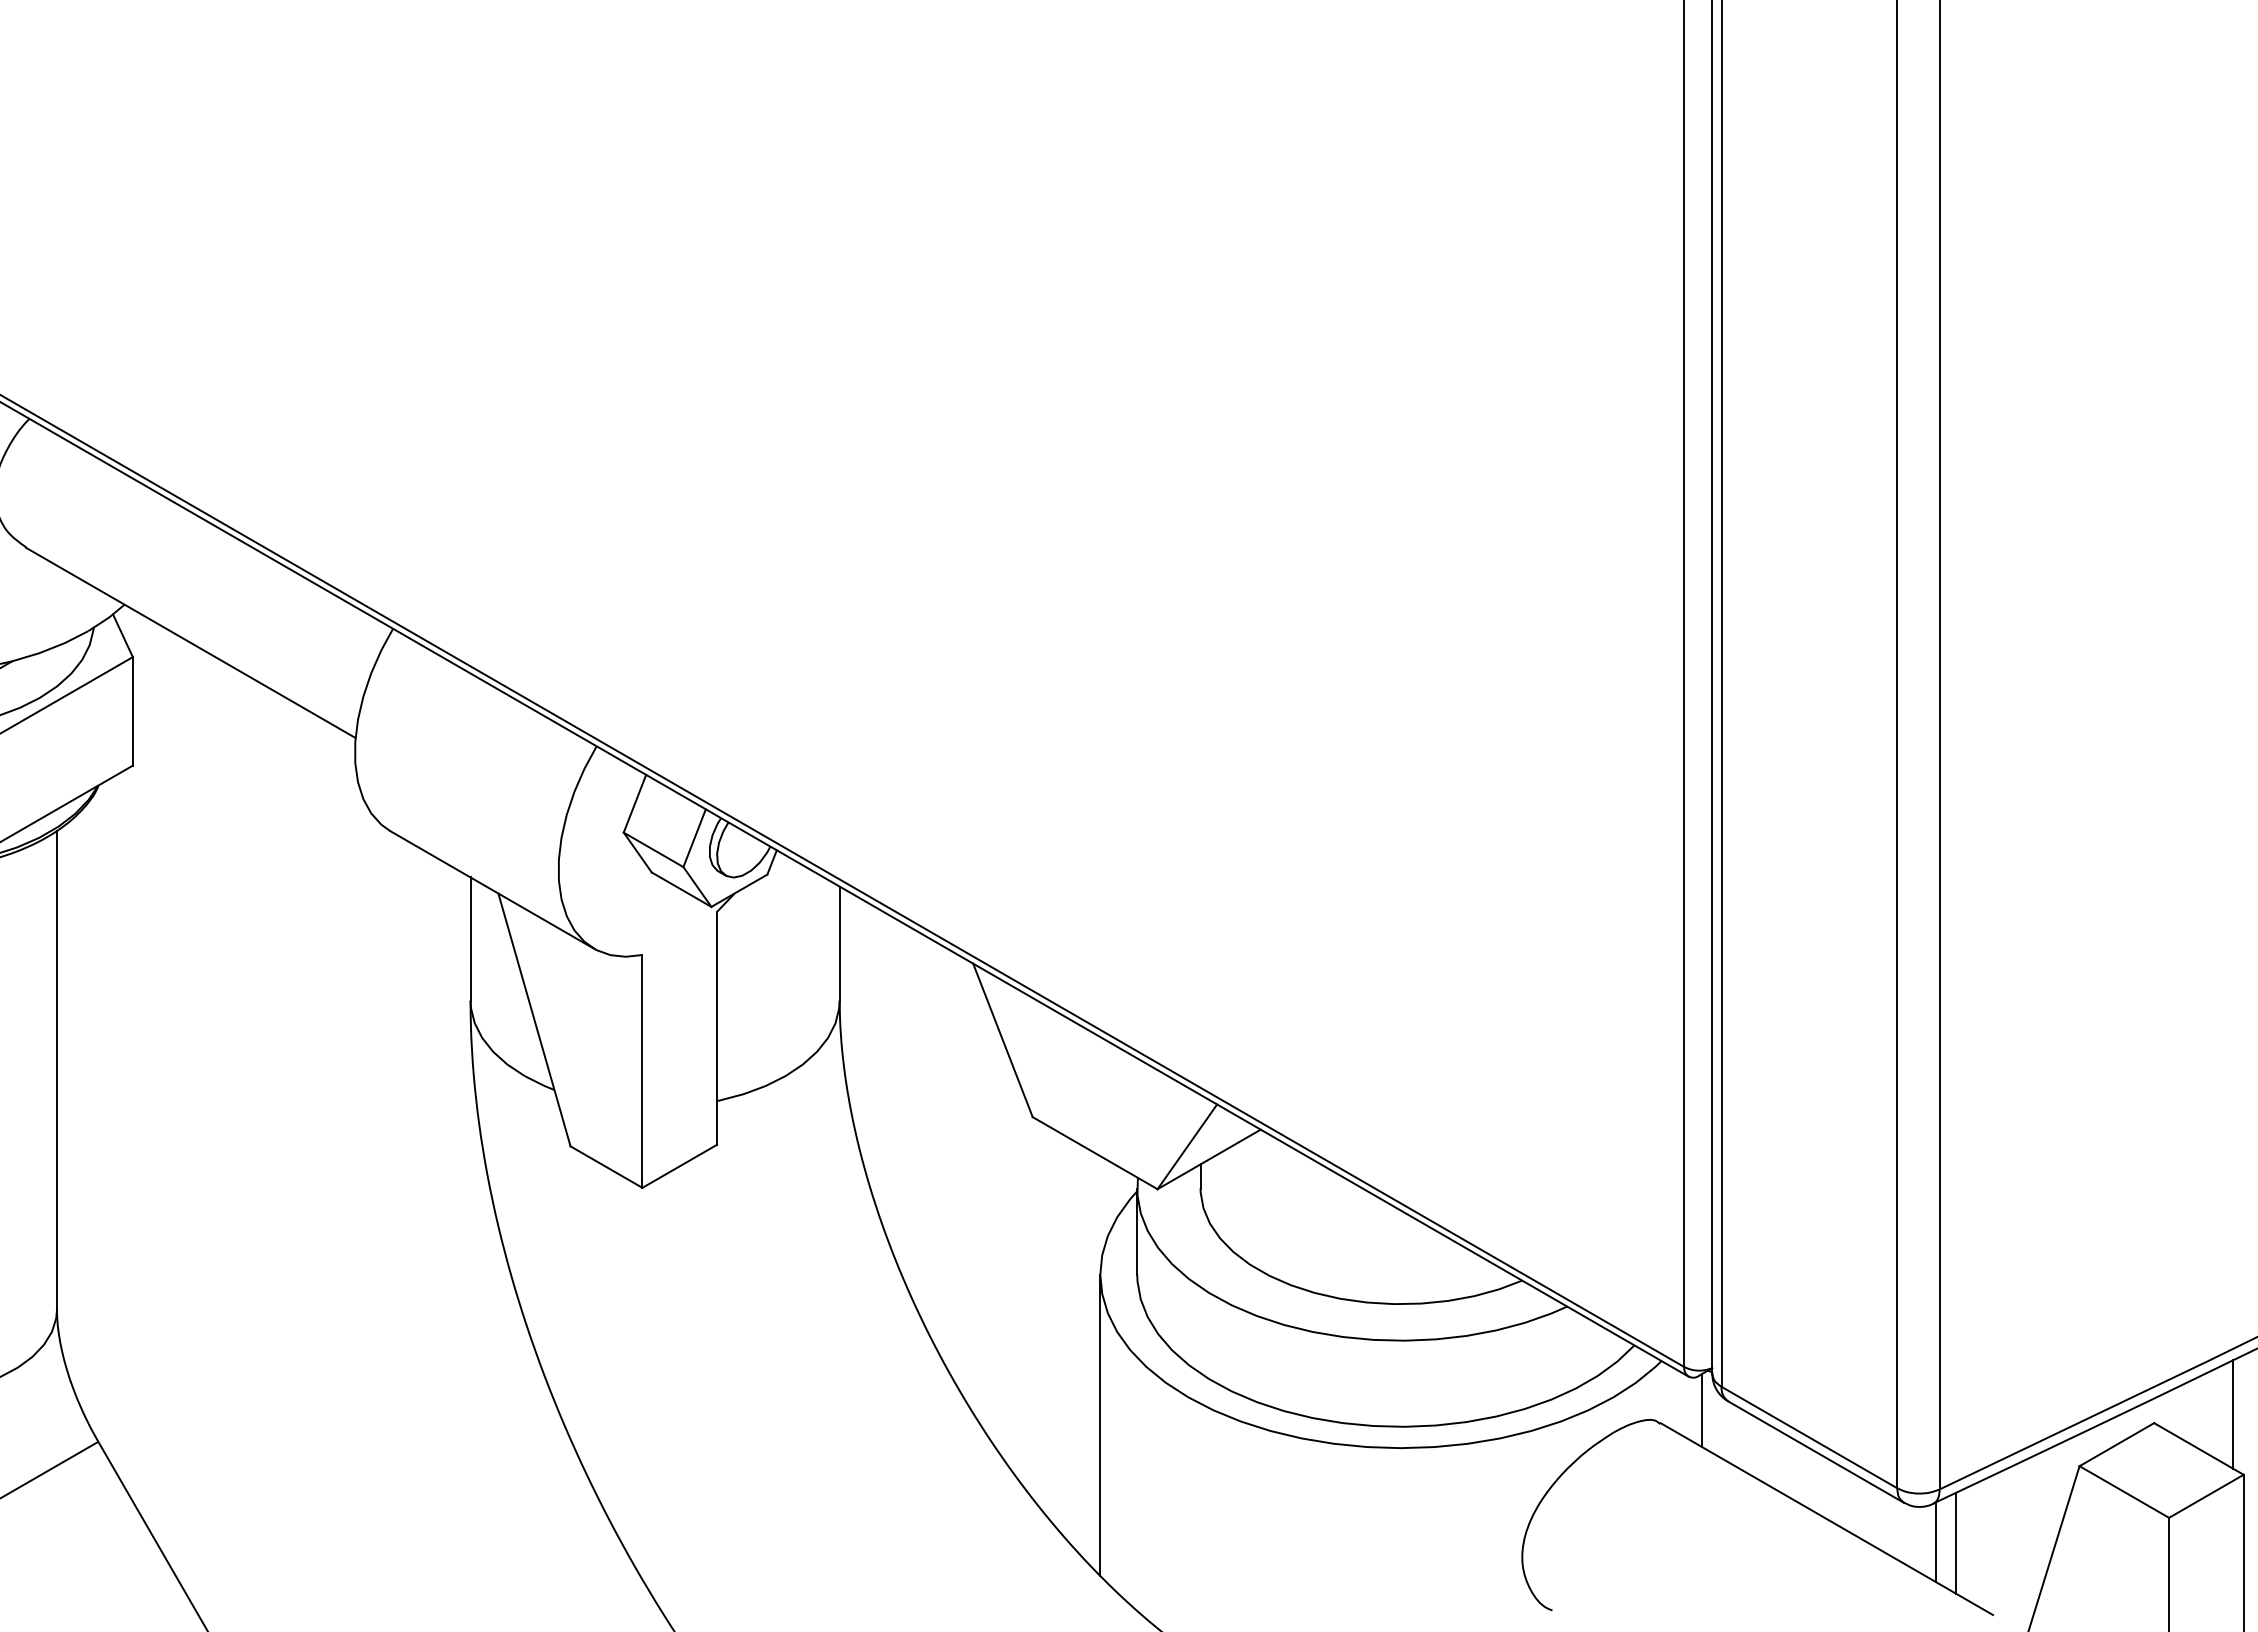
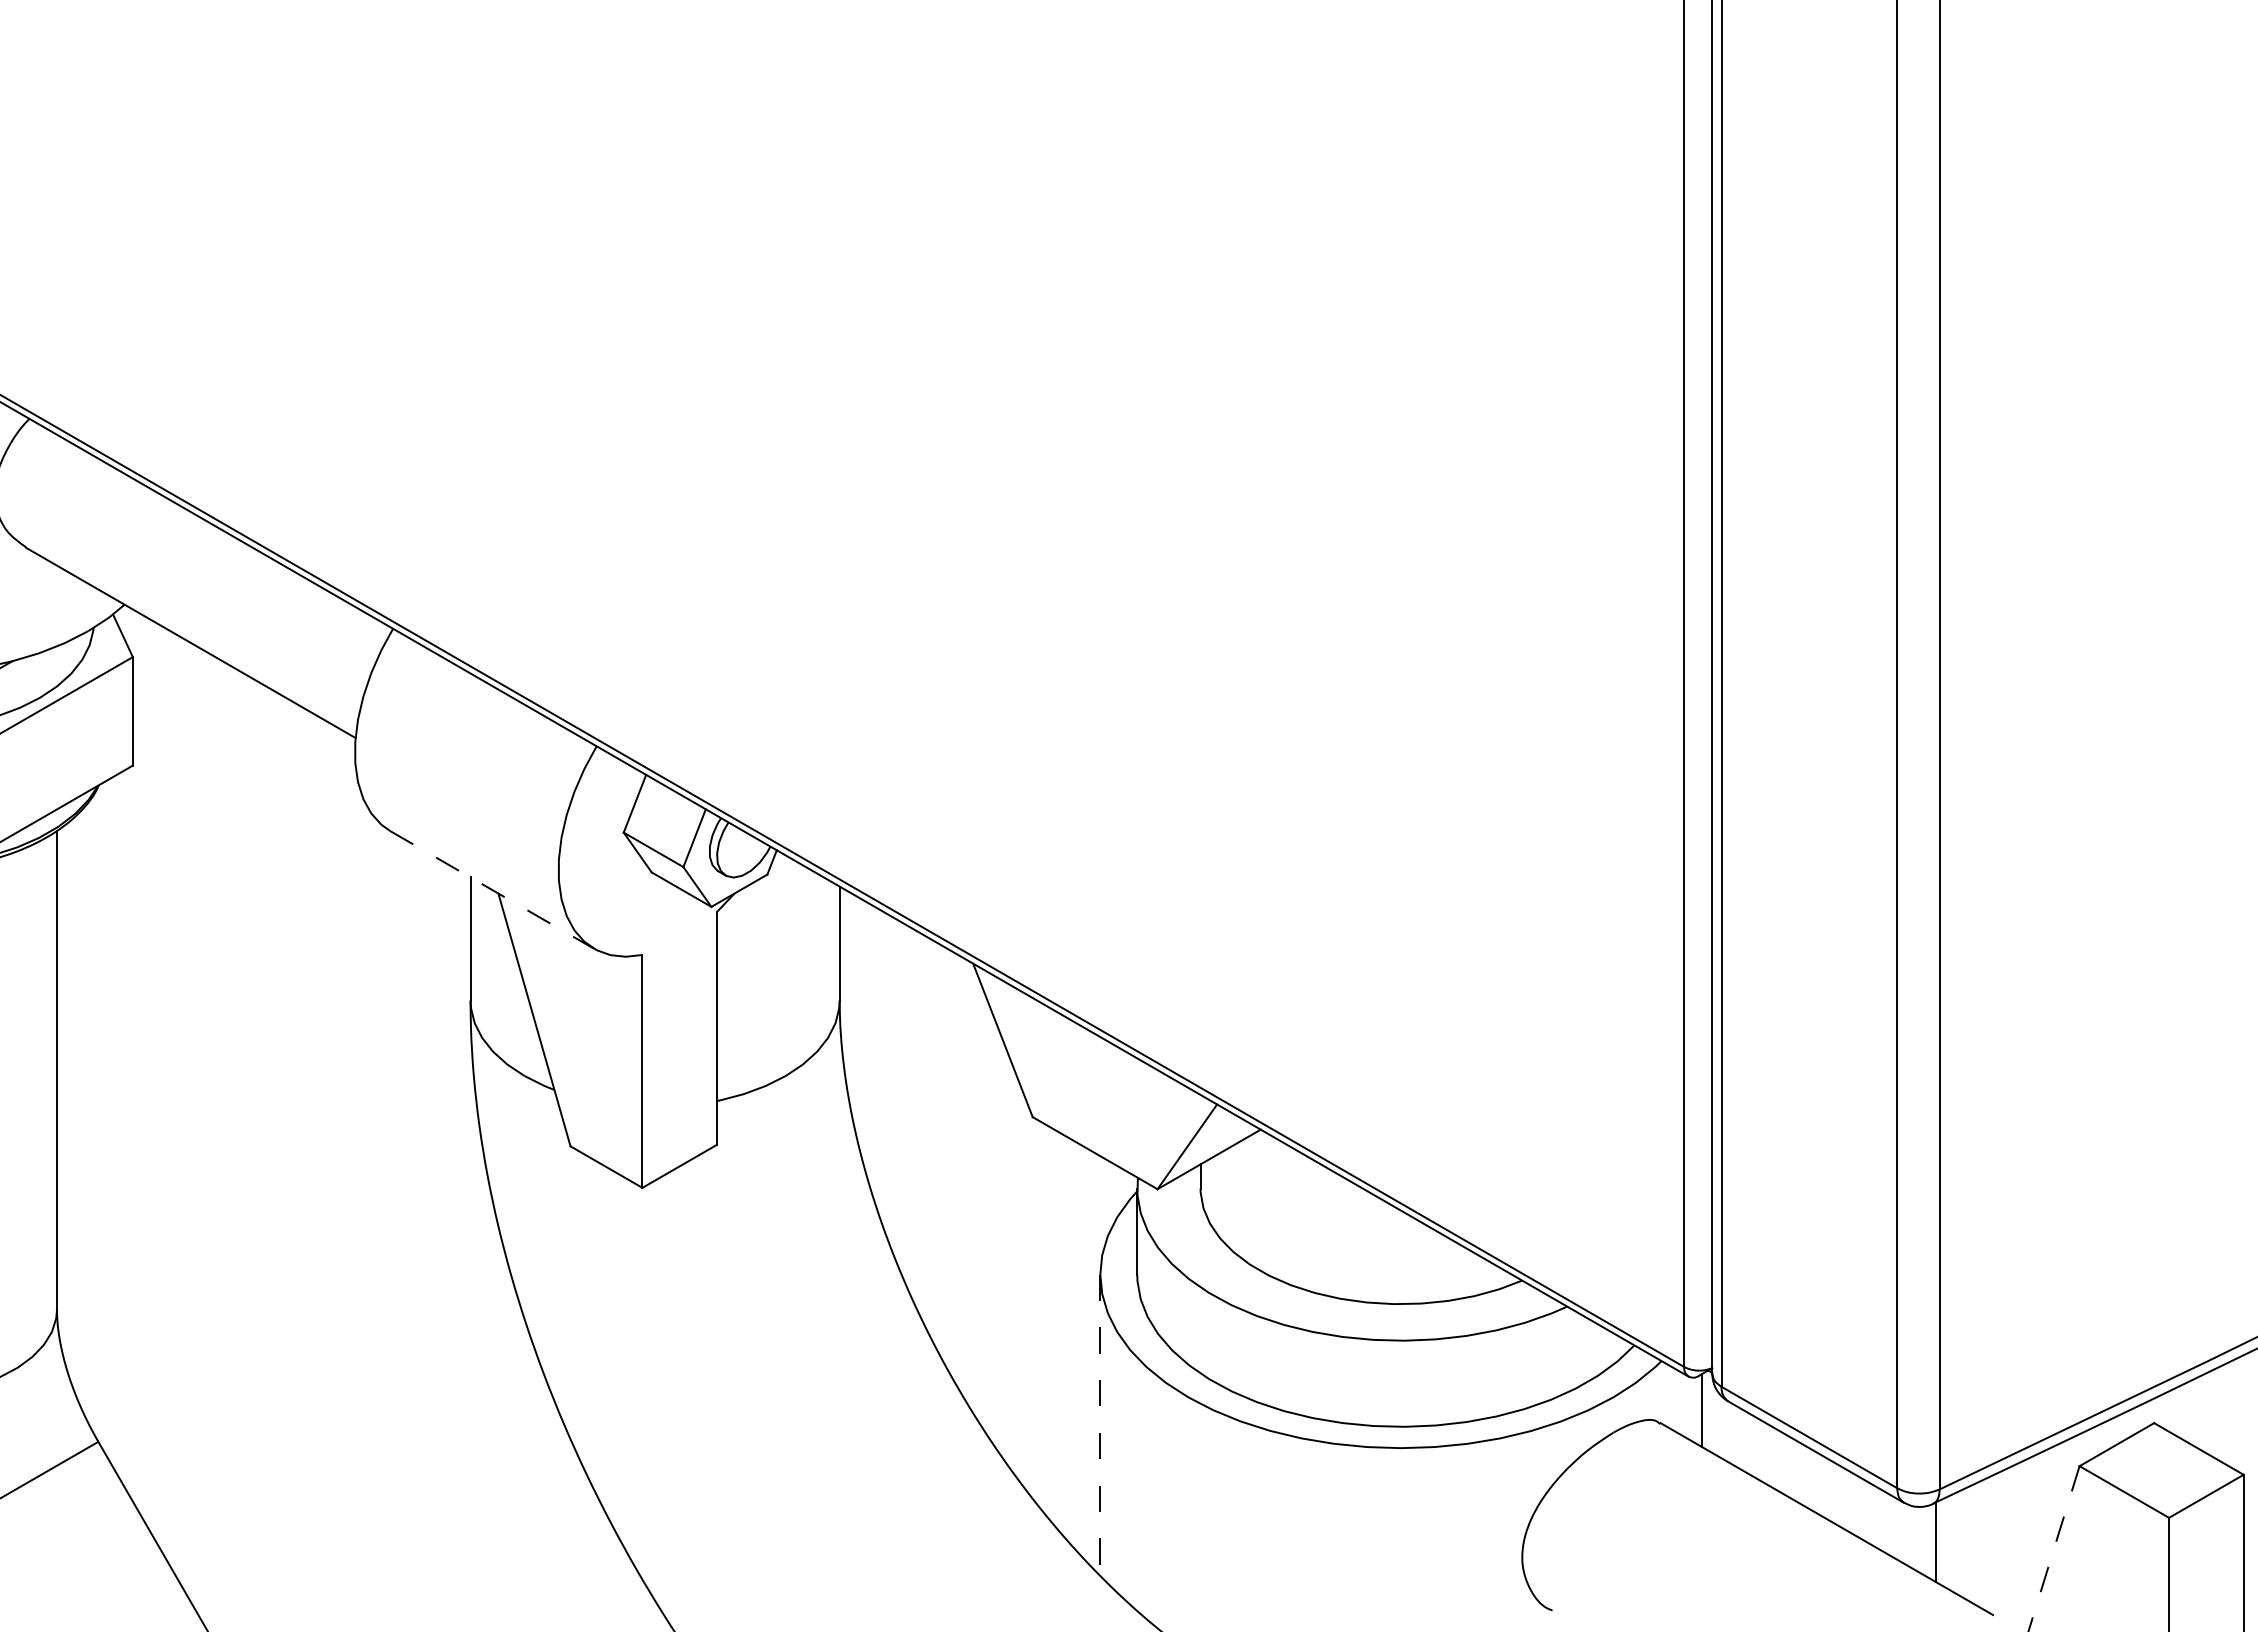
line at (492, 889): solid -> dashed
line at (2233, 1413): present -> none
line at (1100, 1425): solid -> dashed
line at (1955, 1542): present -> none
line at (2053, 1549): solid -> dashed
